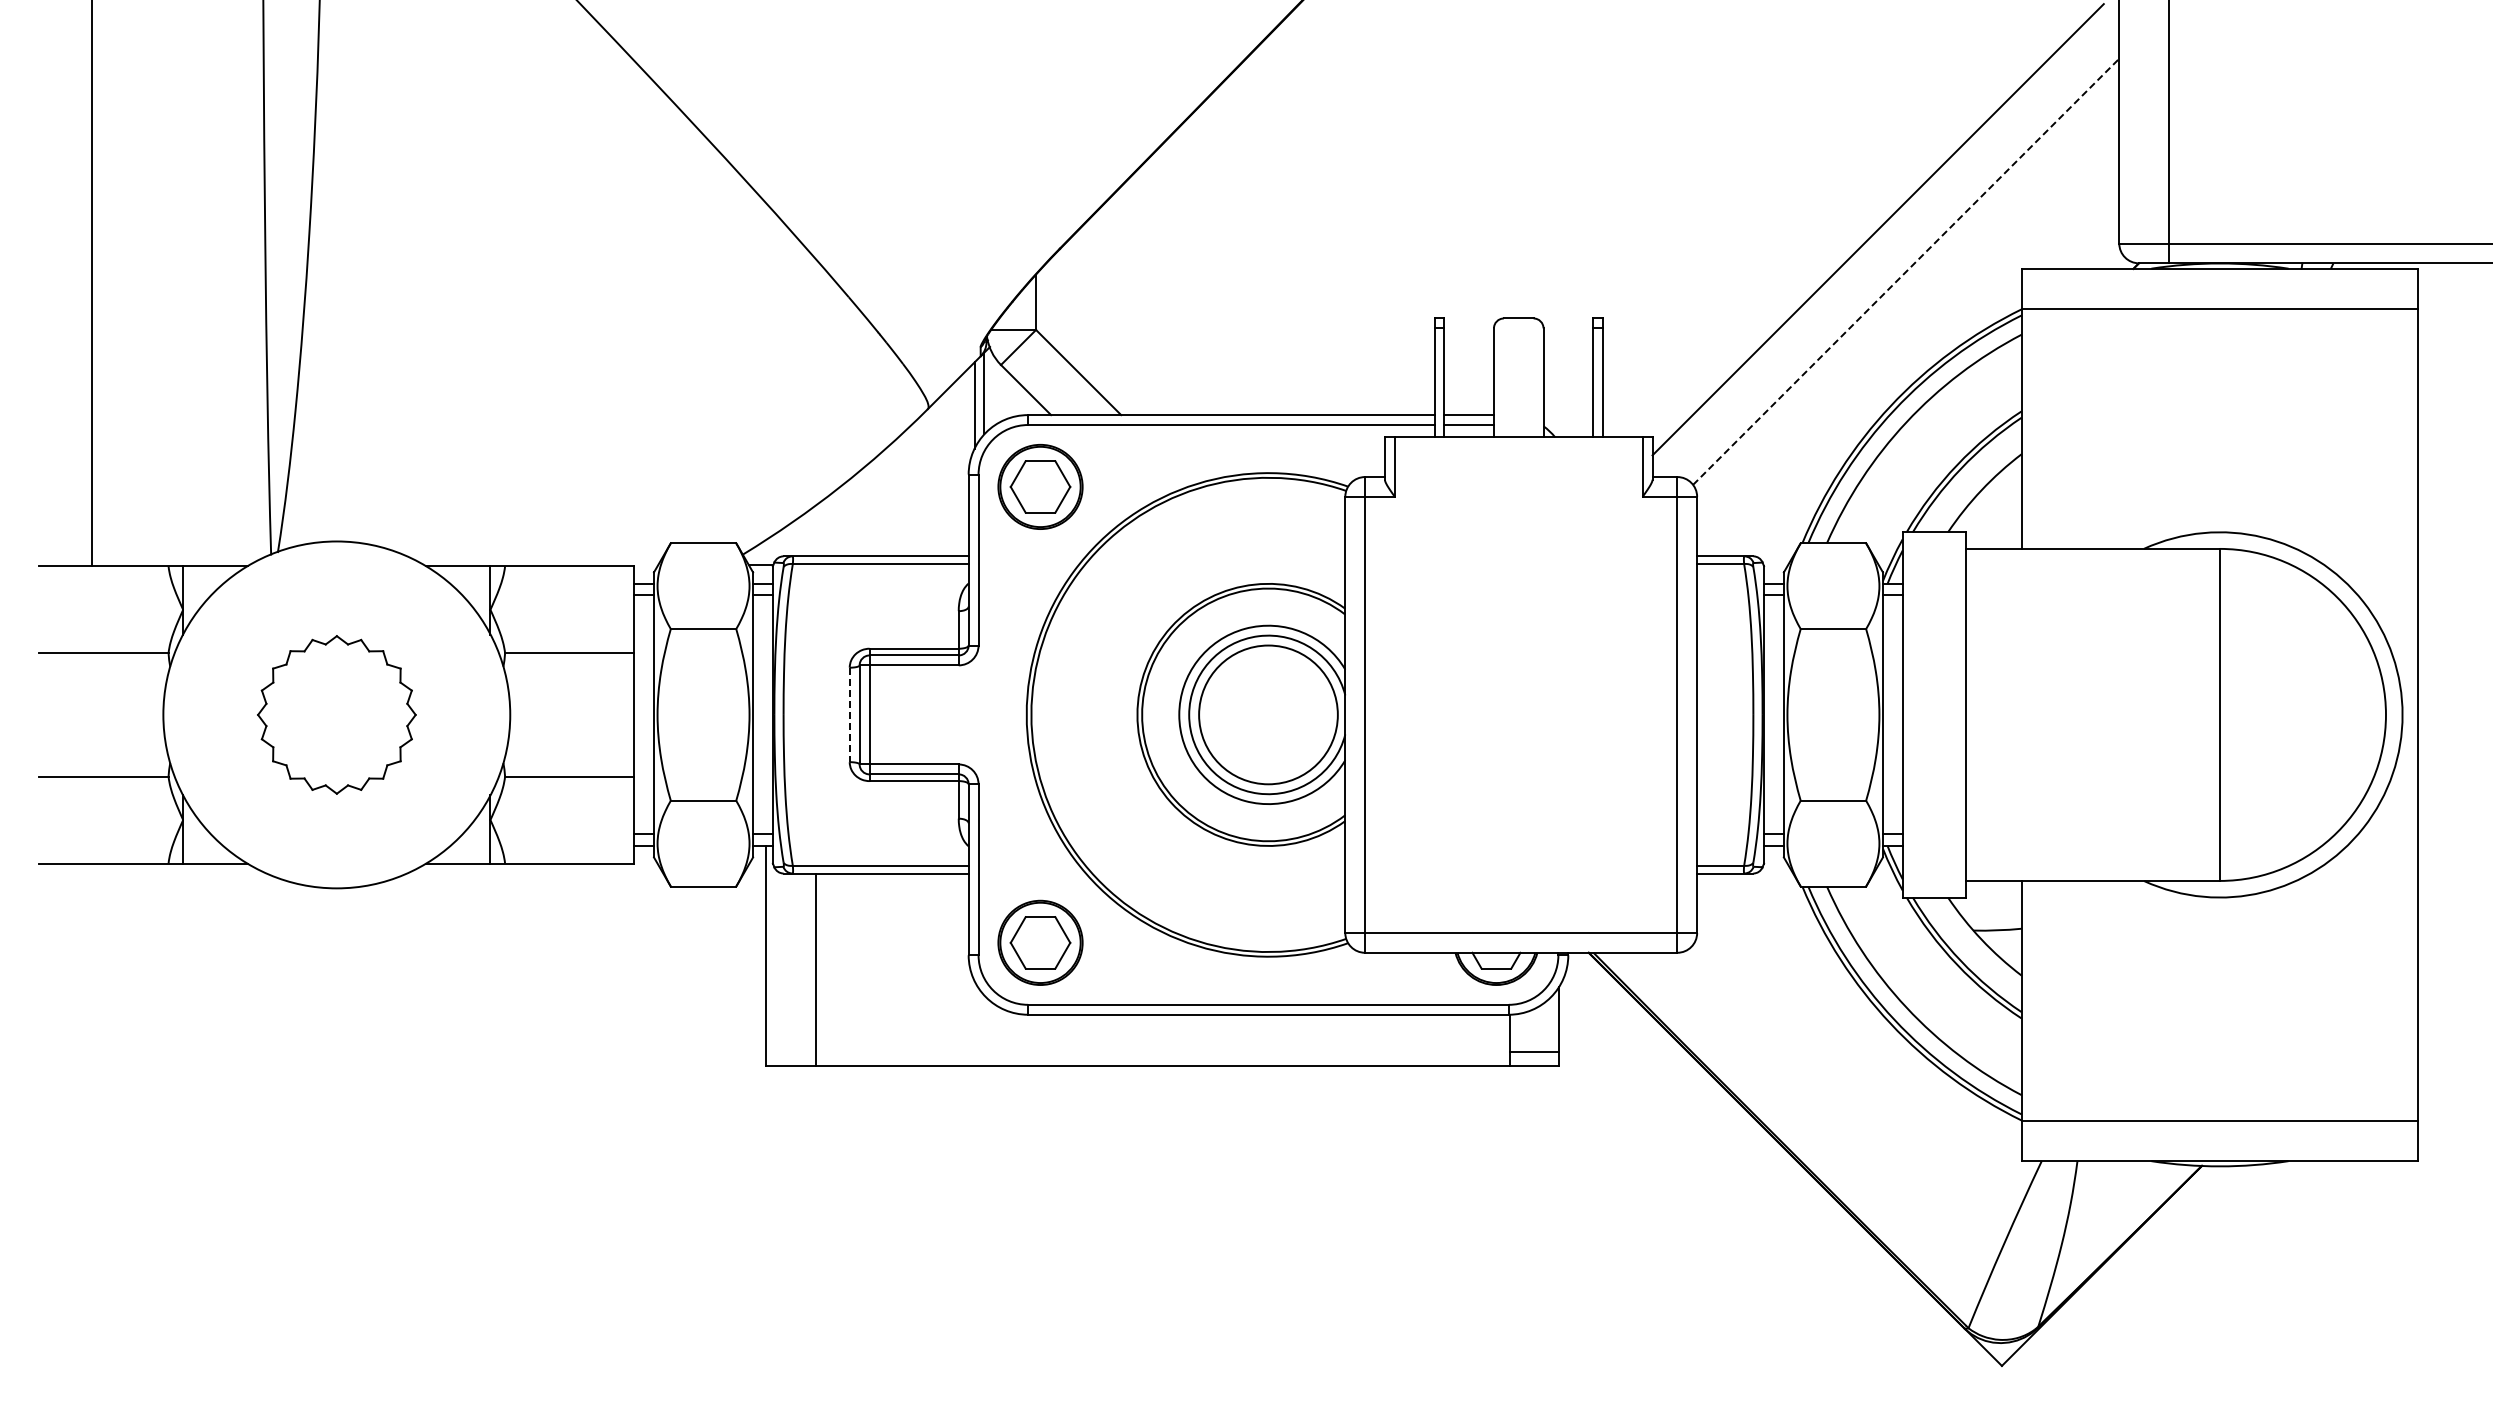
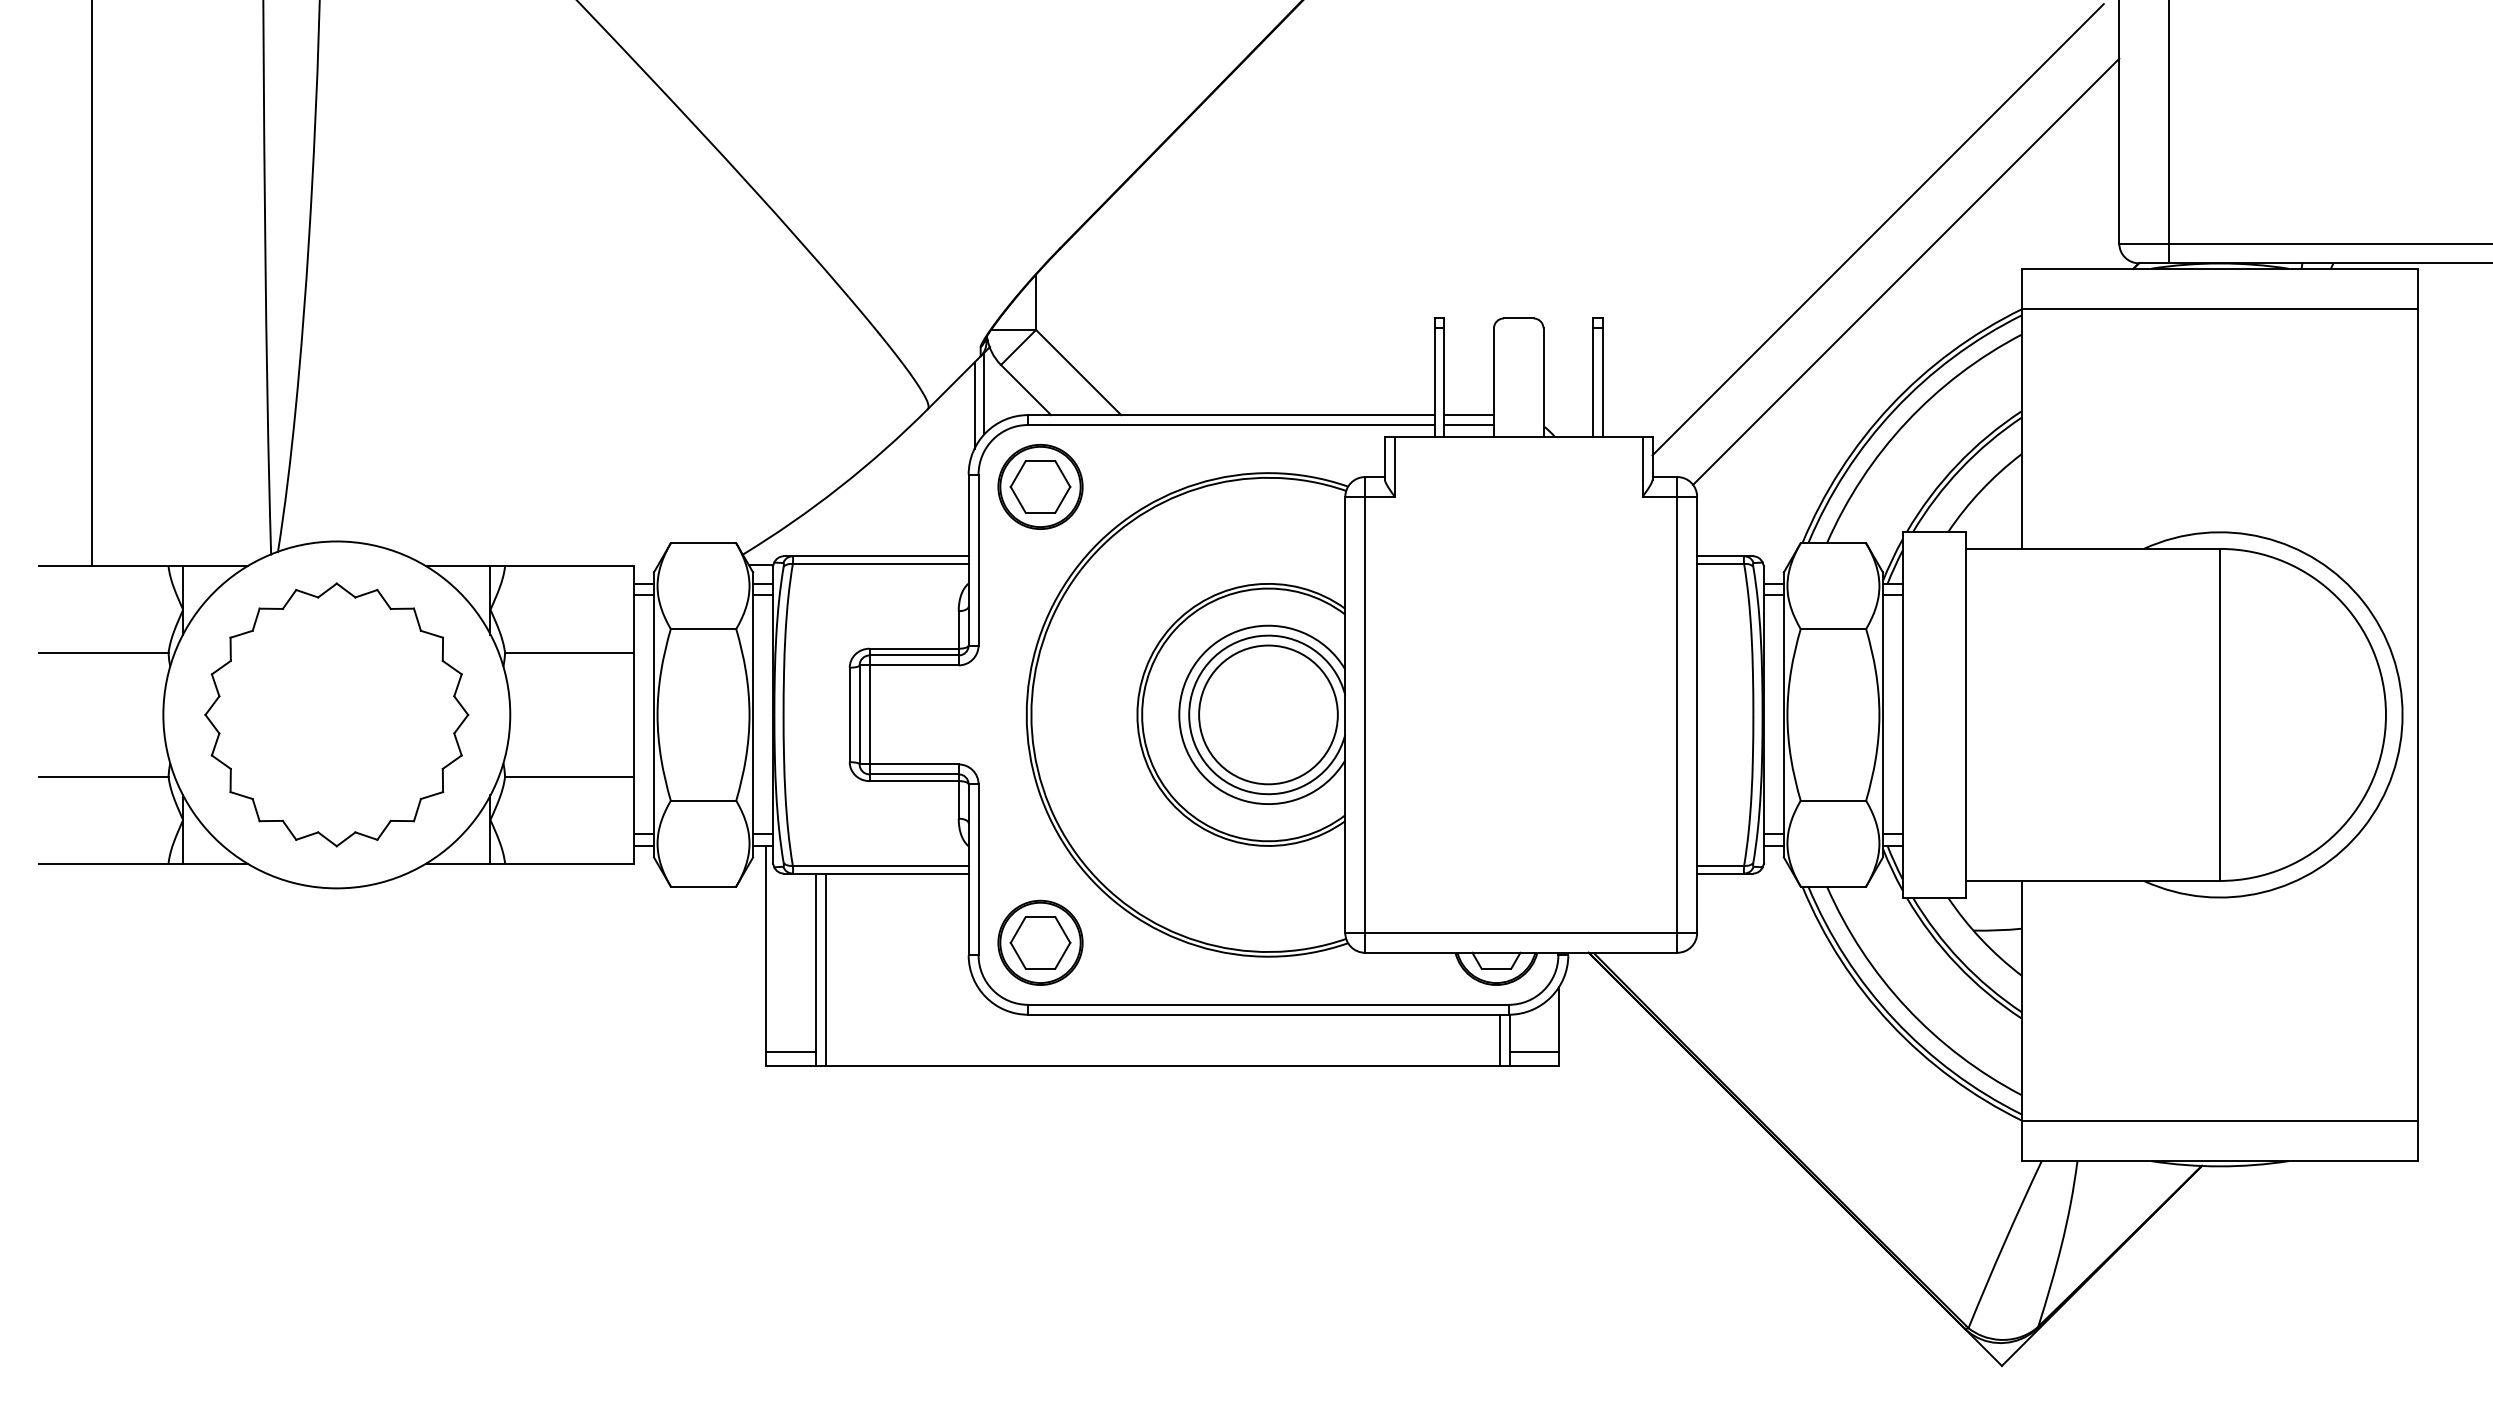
line at (1906, 271): dashed -> solid
part at (336, 714) size: 160x160 px -> 266x266 px
line at (849, 715): dashed -> solid
line at (825, 969): none -> present
line at (1499, 1040): none -> present
line at (790, 1052): none -> present
